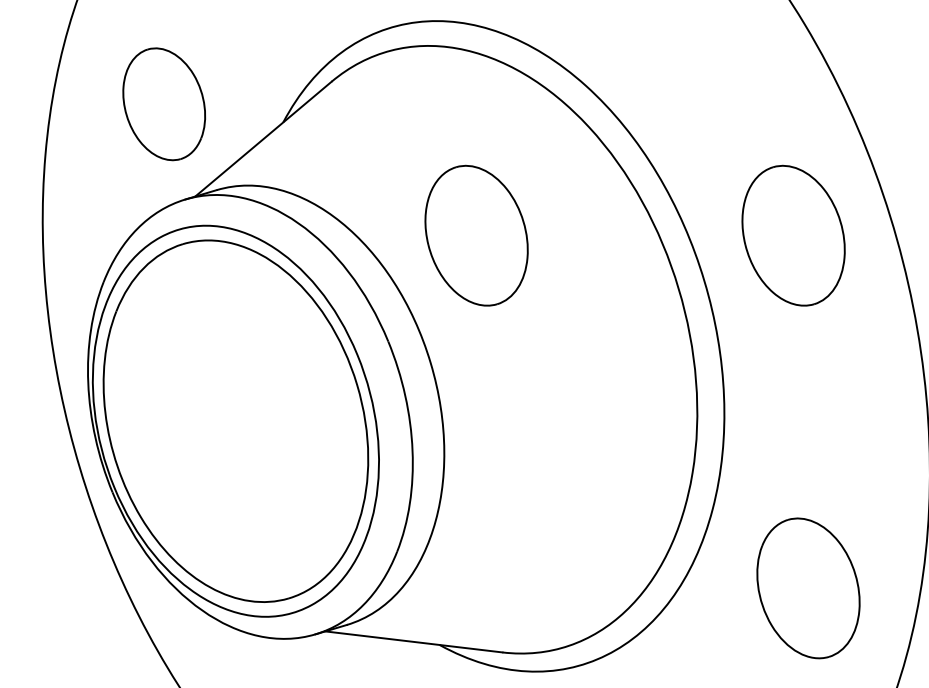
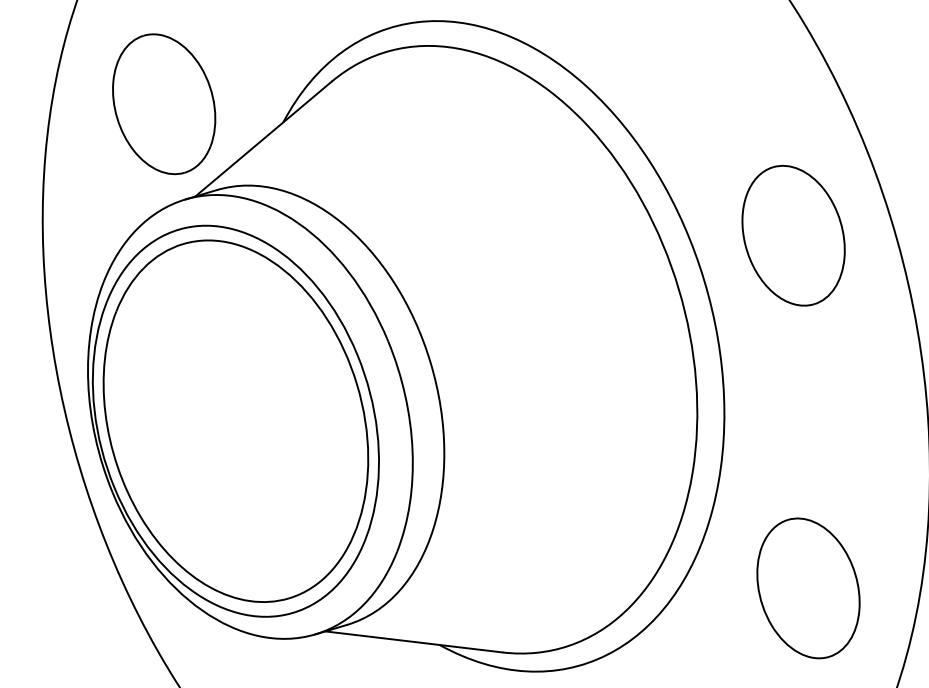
part at (163, 104) size: 84x115 px -> 105x143 px
part at (476, 235): present -> none
